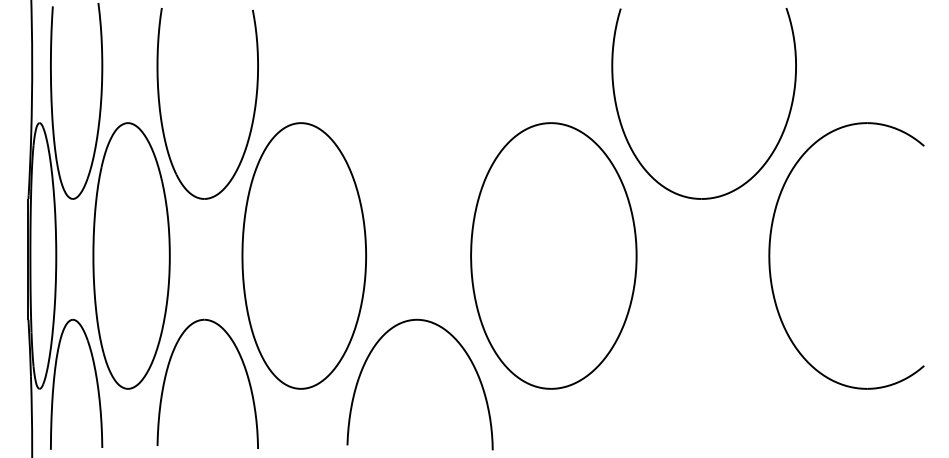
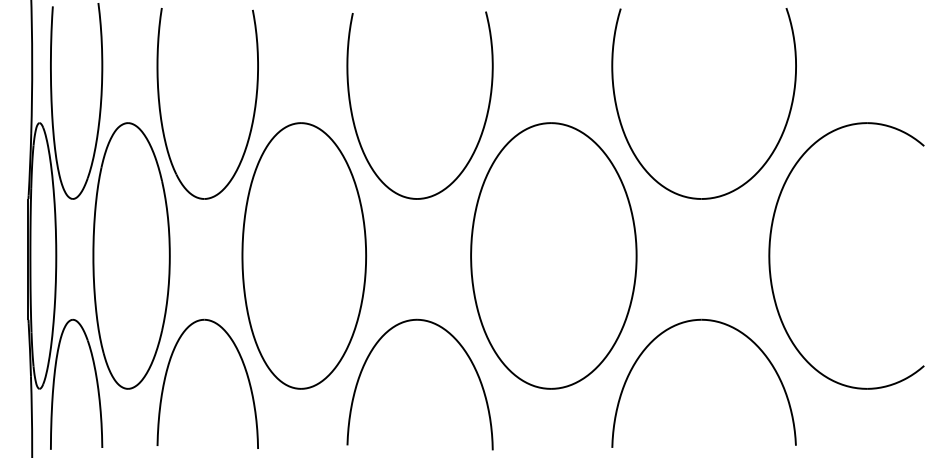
part at (354, 120): none -> present
part at (727, 326): none -> present
